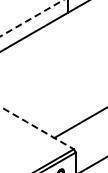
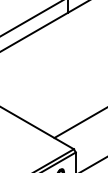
line at (31, 18): dashed -> solid
line at (37, 128): dashed -> solid
